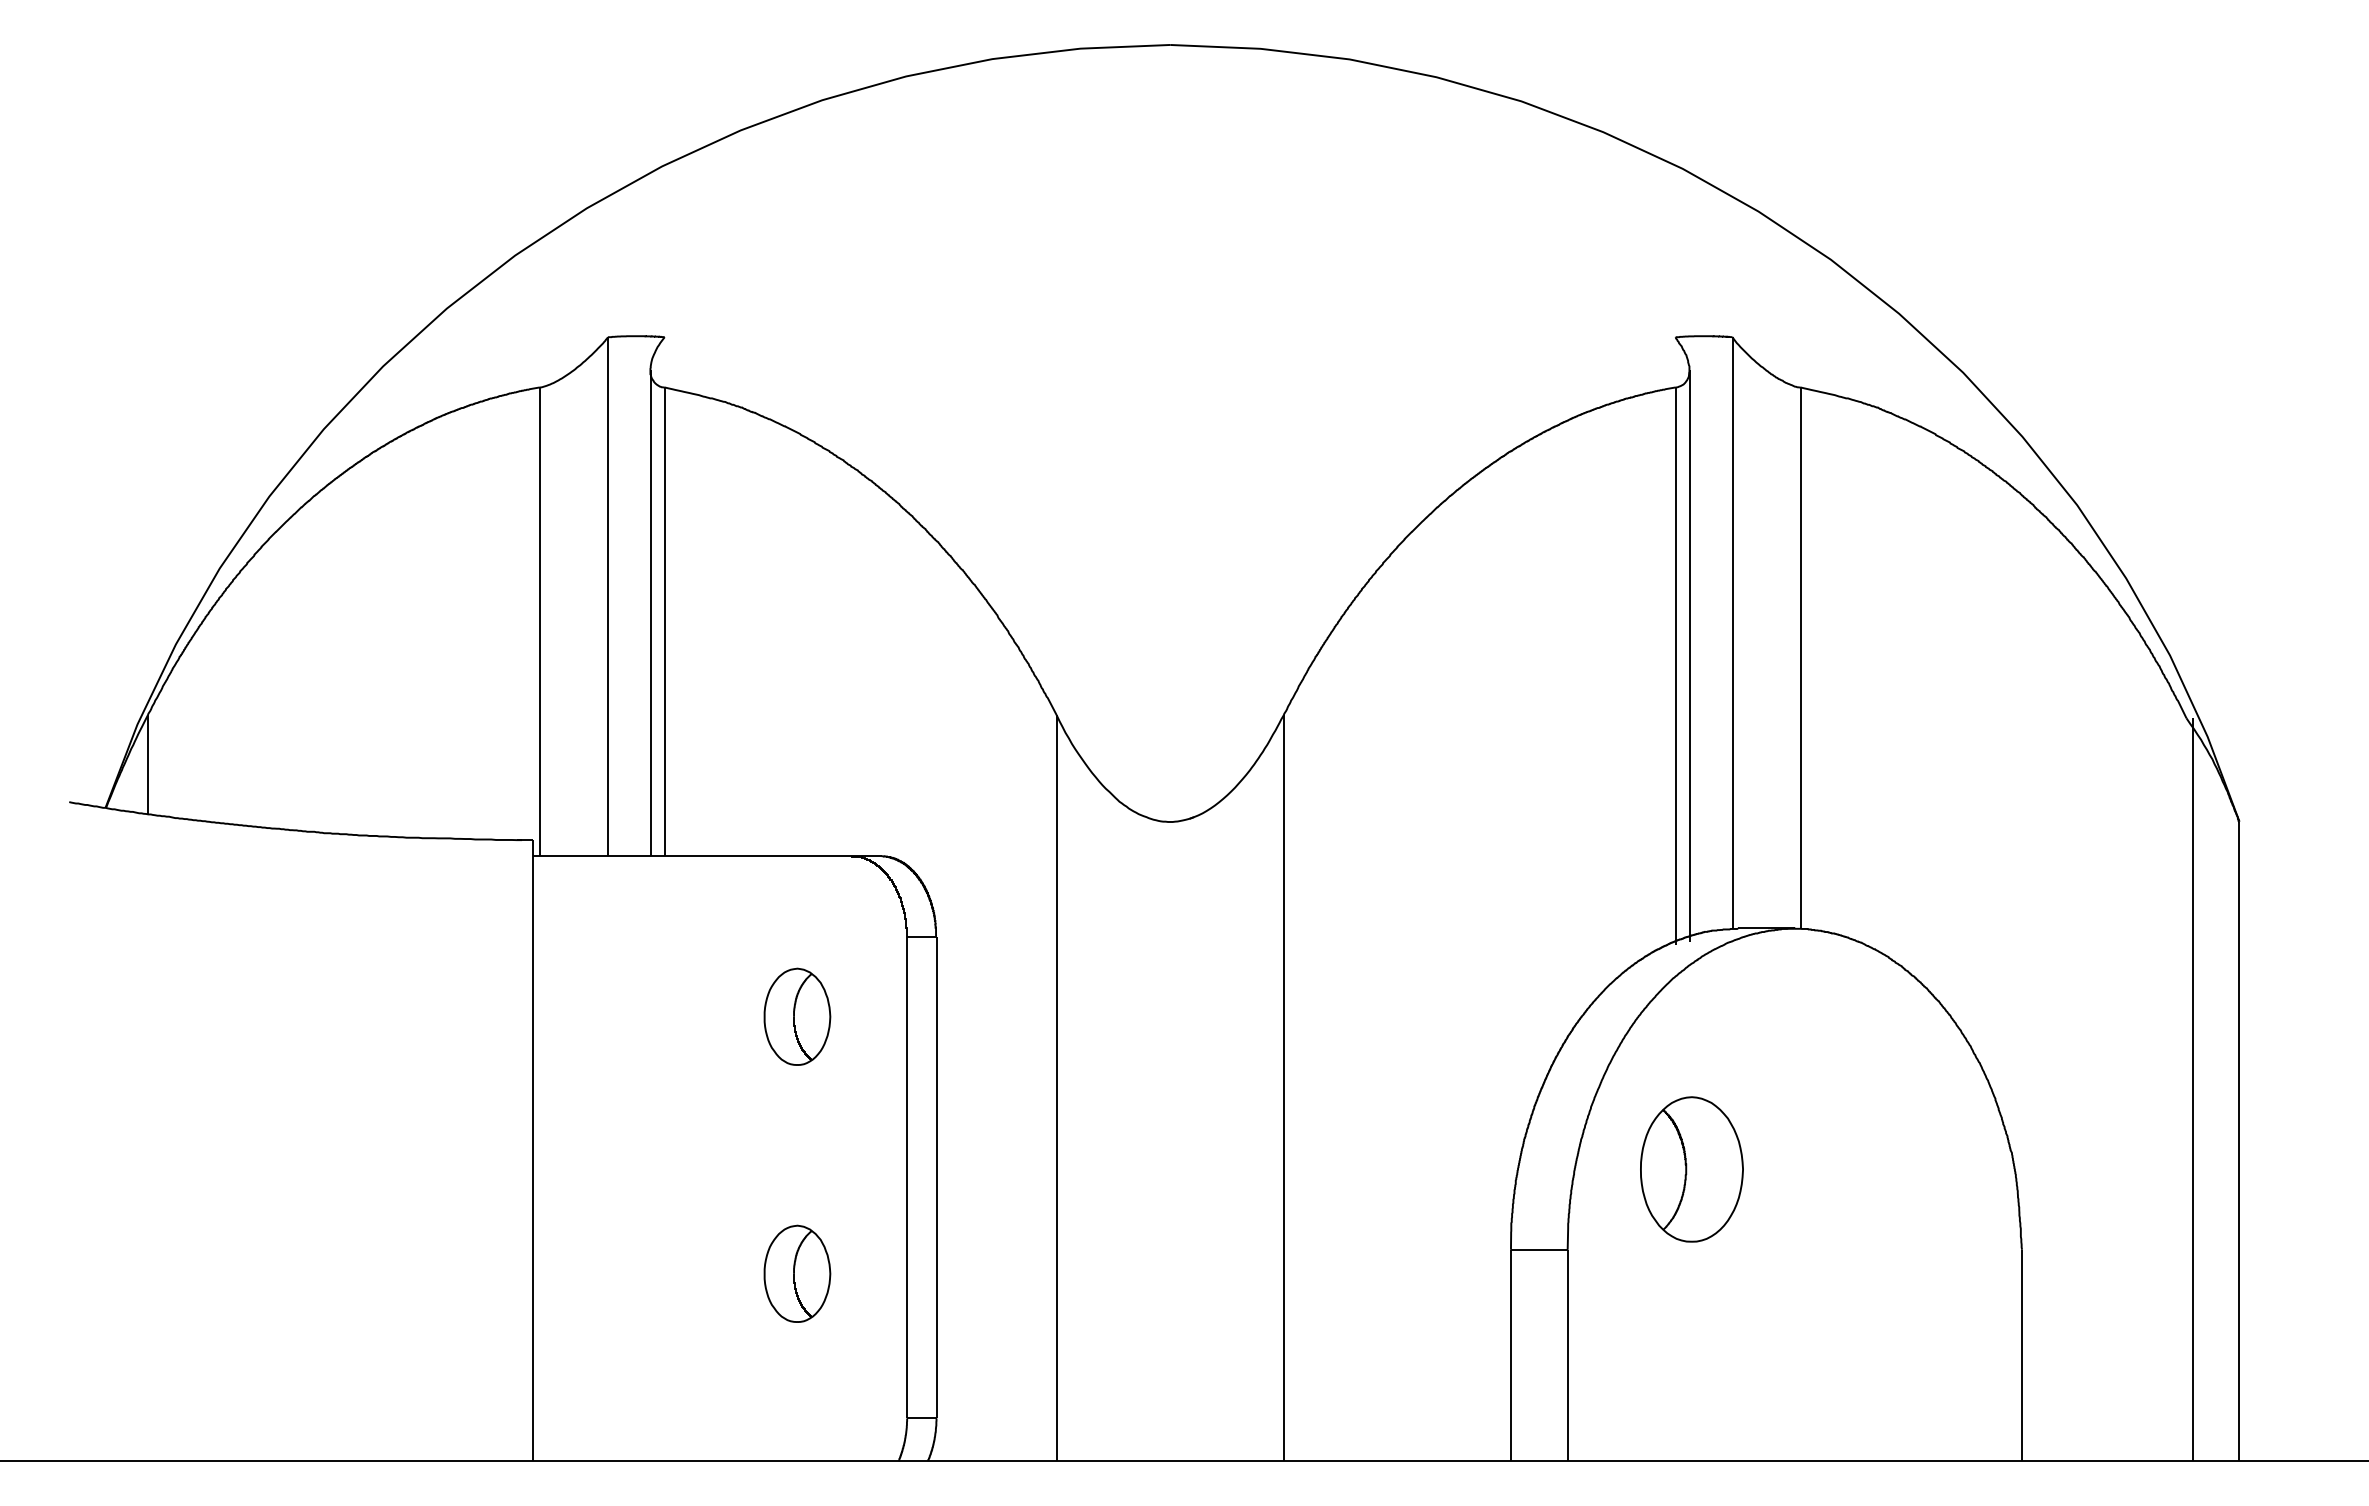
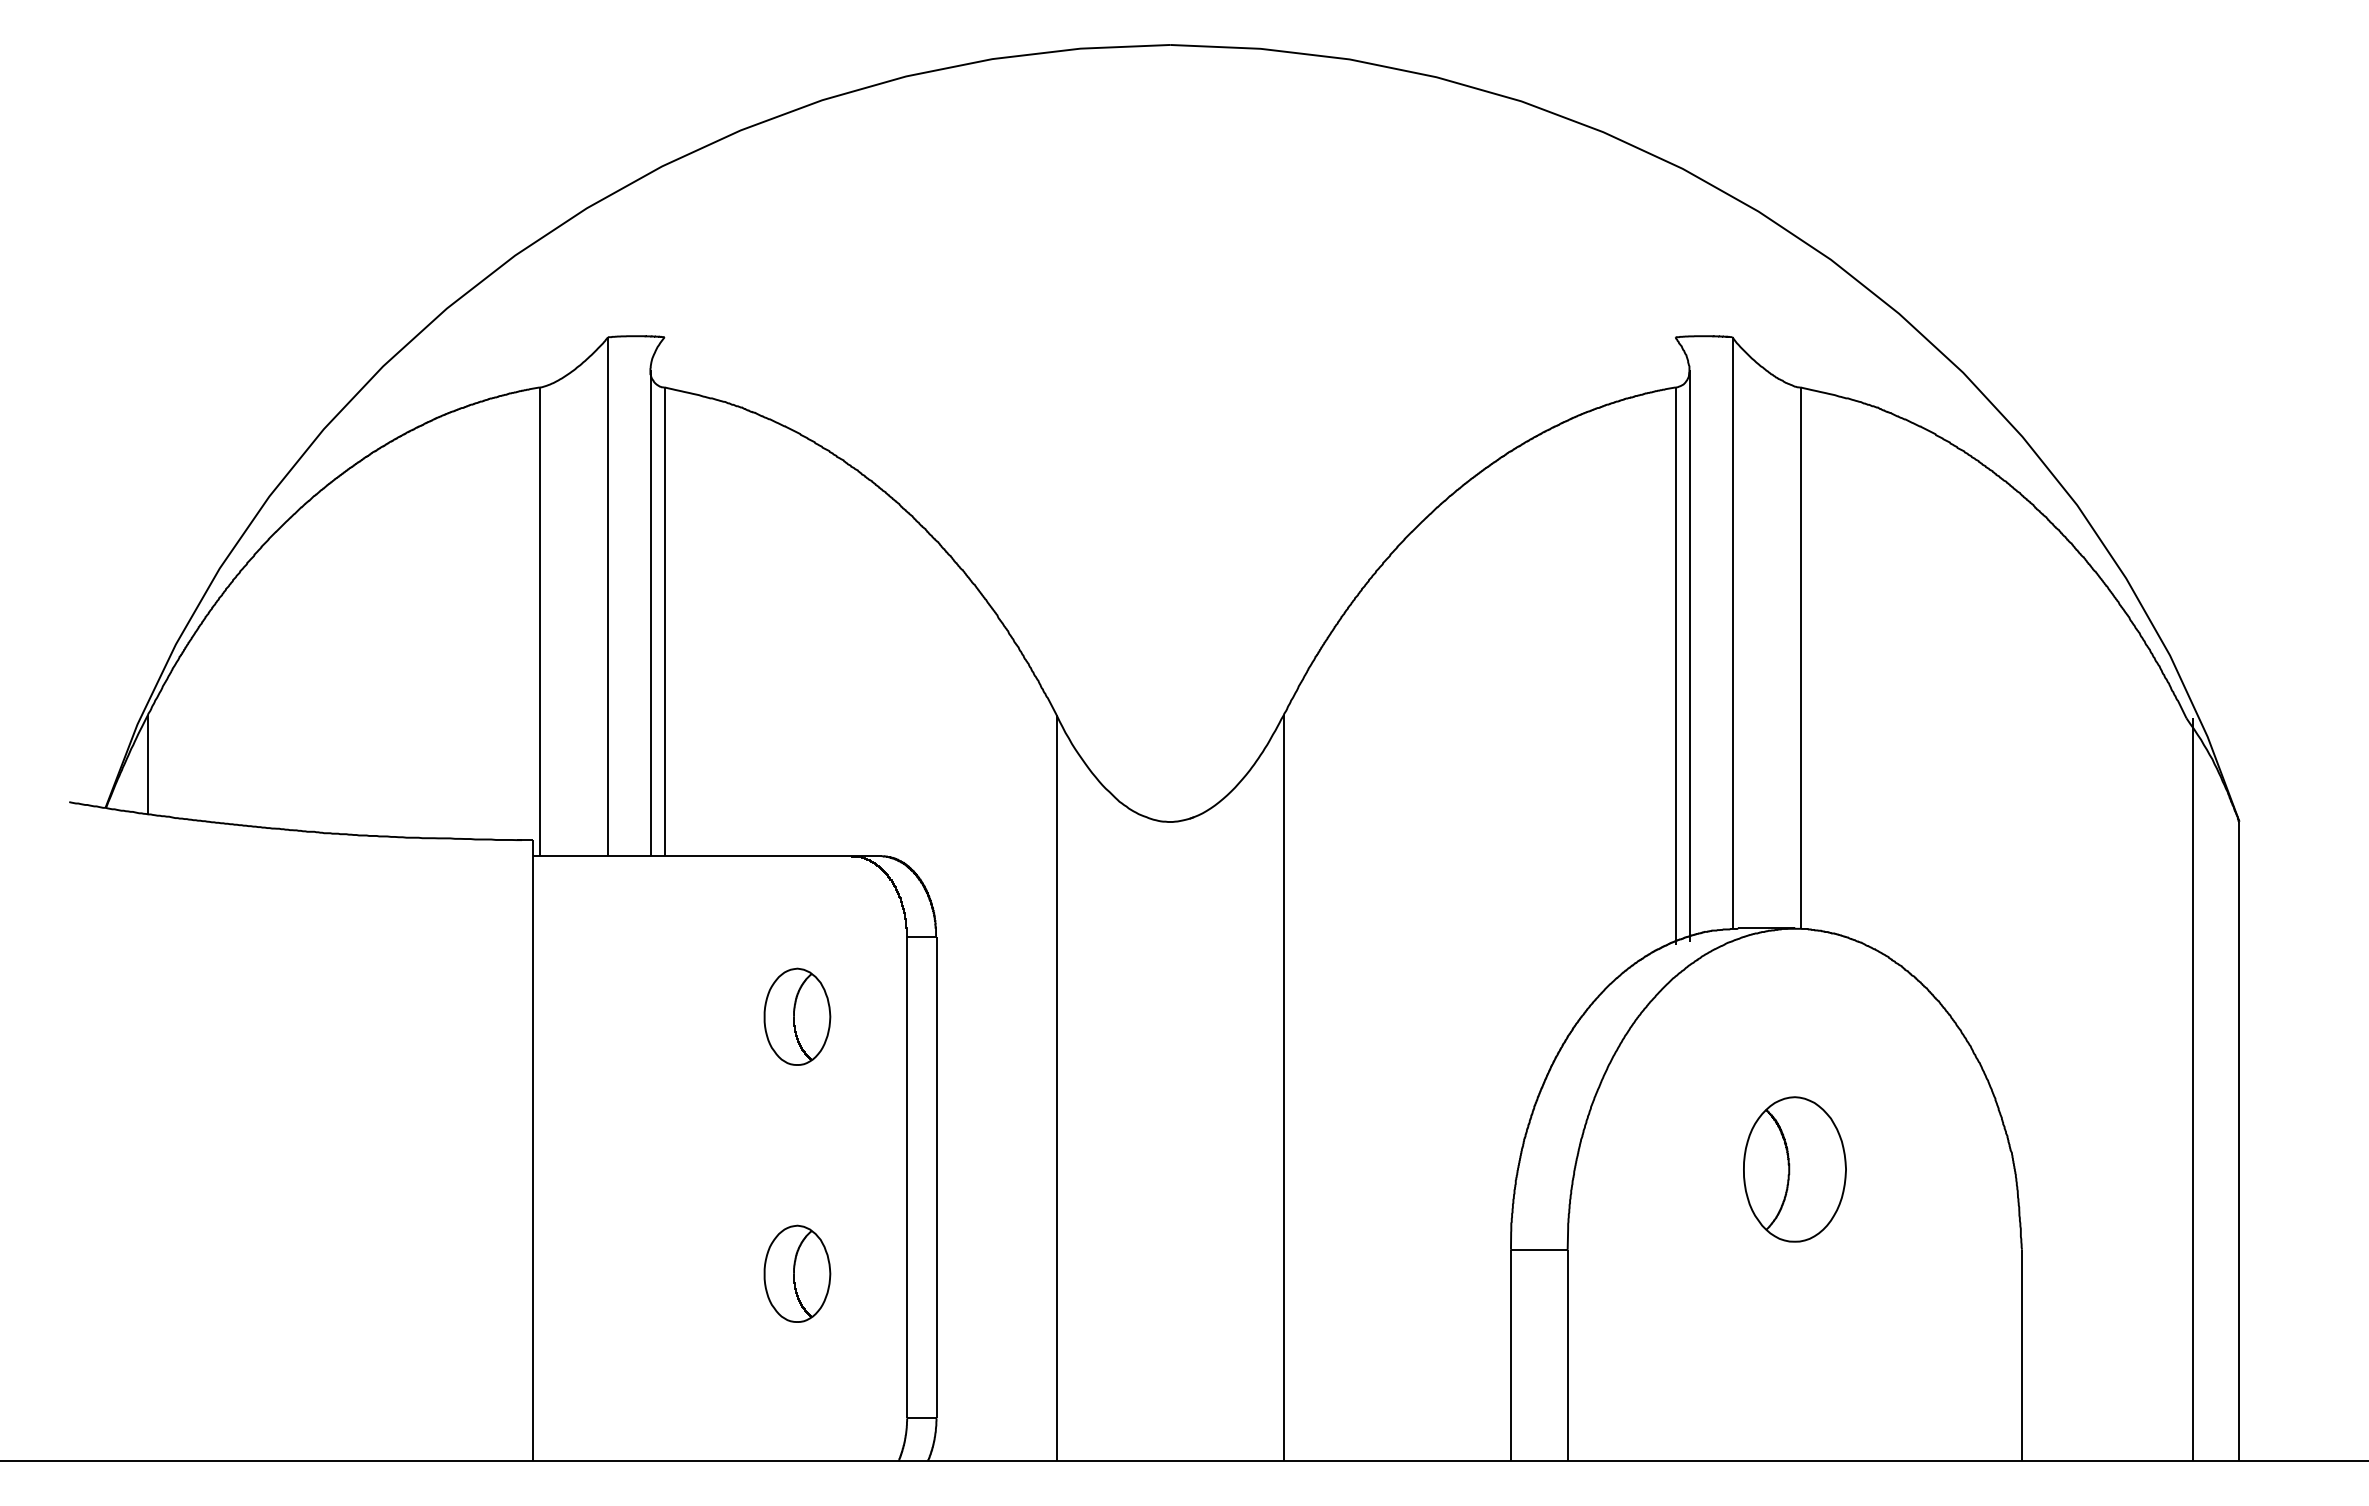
part at (1691, 1169) position: (1691, 1169) -> (1794, 1169)
